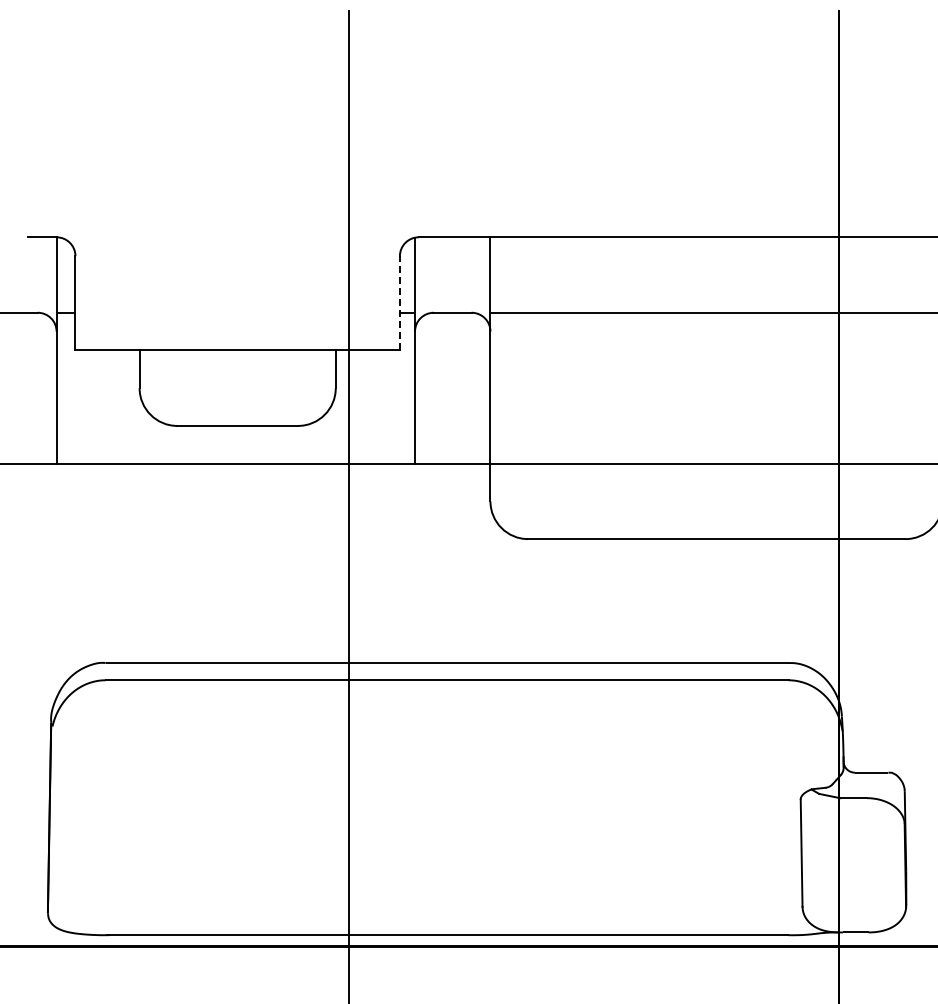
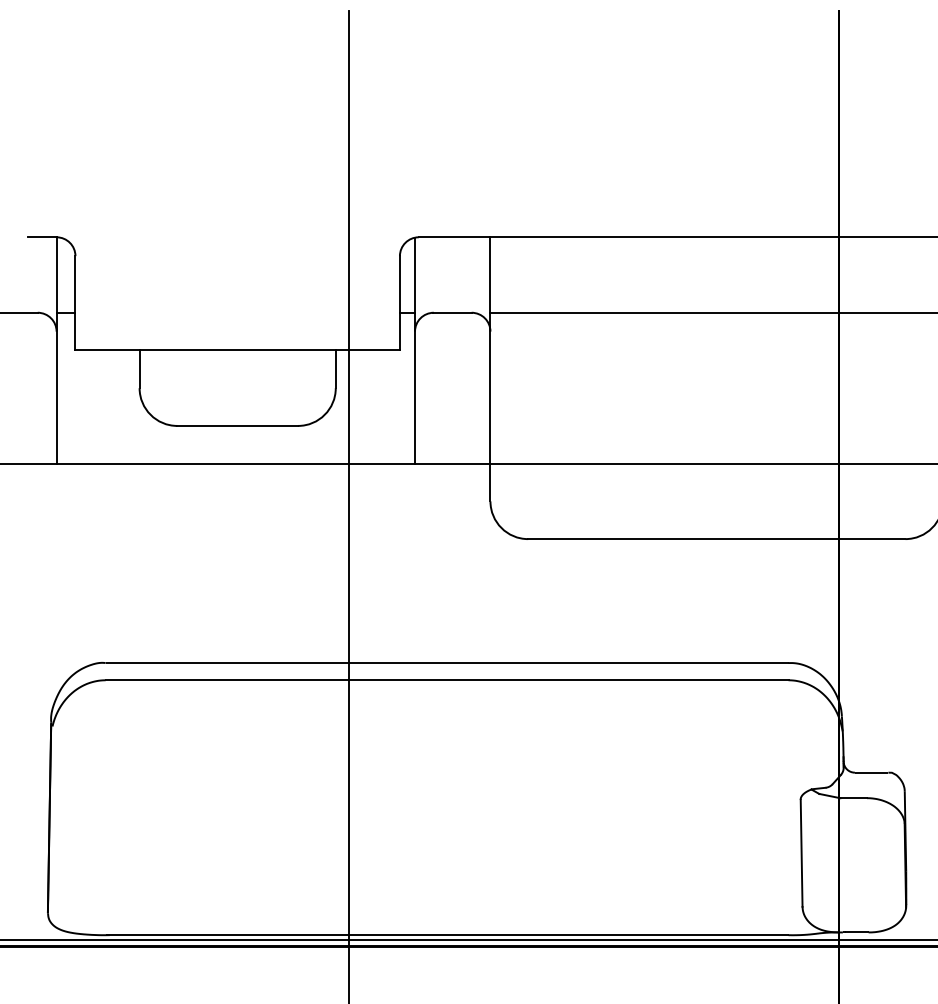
line at (399, 302): dashed -> solid
line at (468, 940): none -> present
